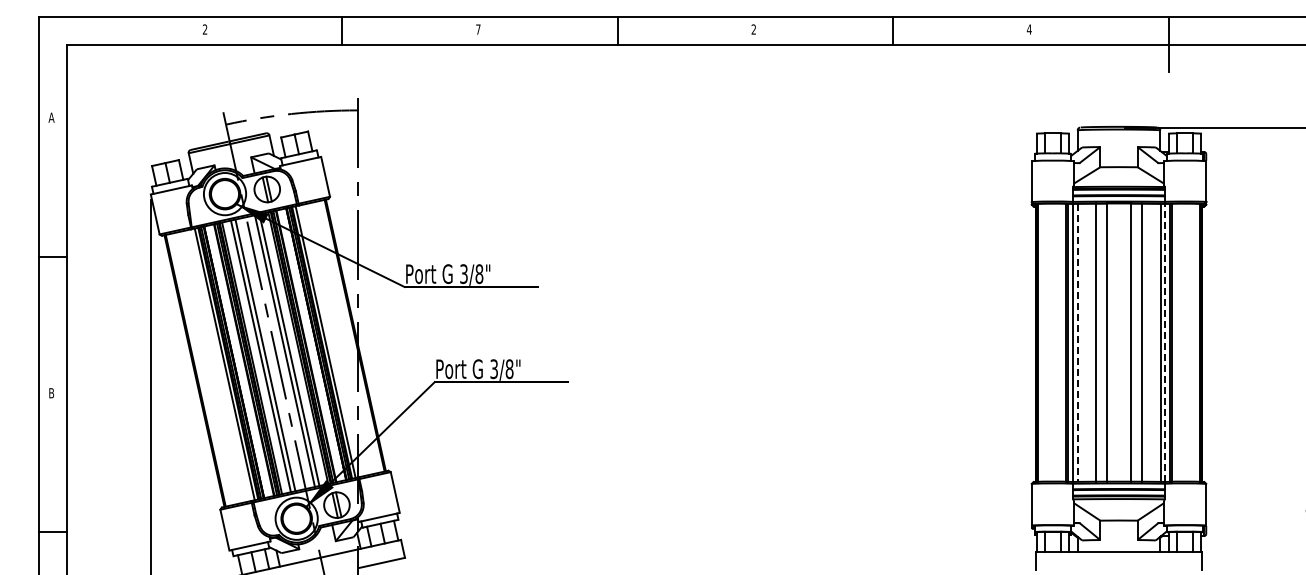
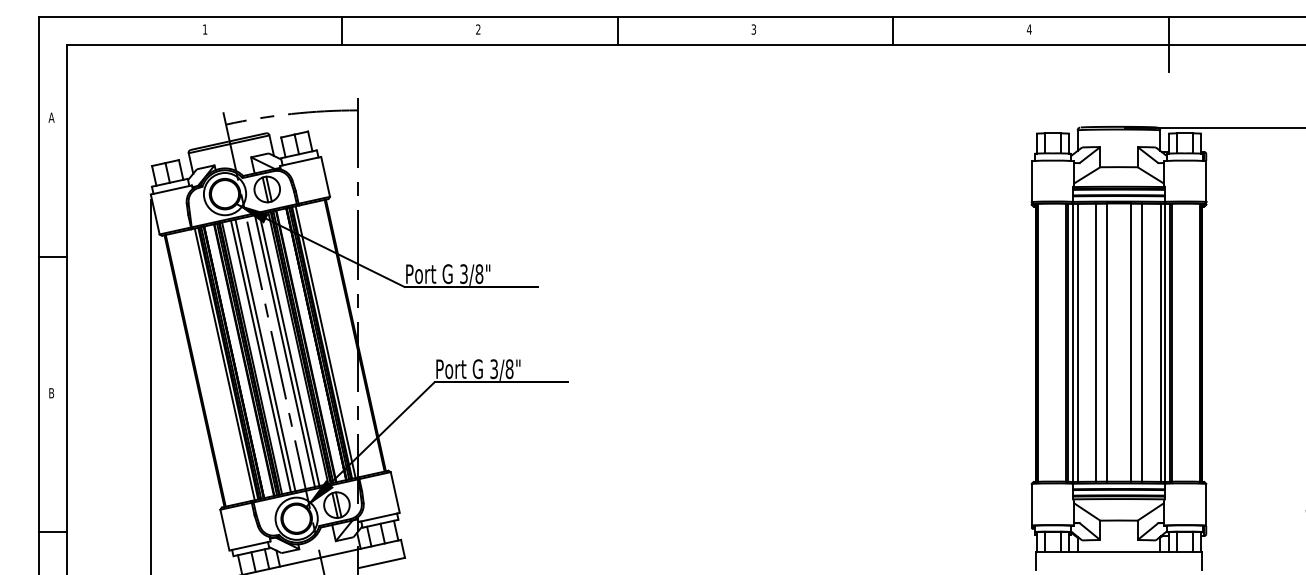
text at (205, 29): 2 -> 1
text at (478, 29): 7 -> 2
text at (753, 29): 2 -> 3
line at (1165, 342): dashed -> solid
line at (1077, 343): dashed -> solid
